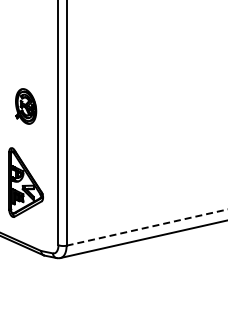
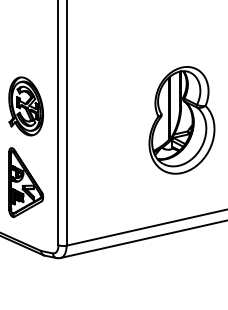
part at (26, 106) size: 23x37 px -> 36x61 px
part at (181, 120): none -> present
line at (147, 227): dashed -> solid
